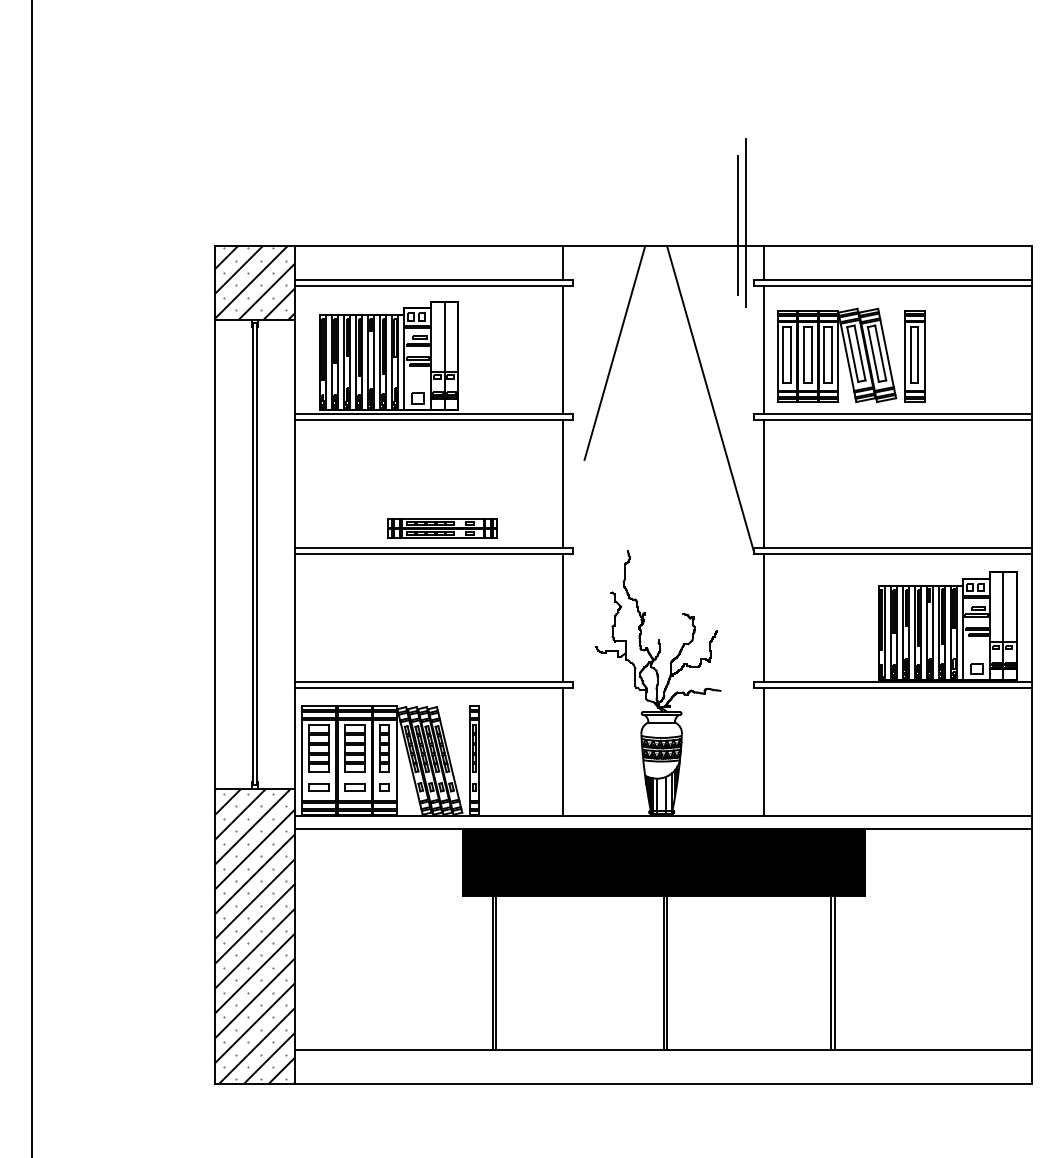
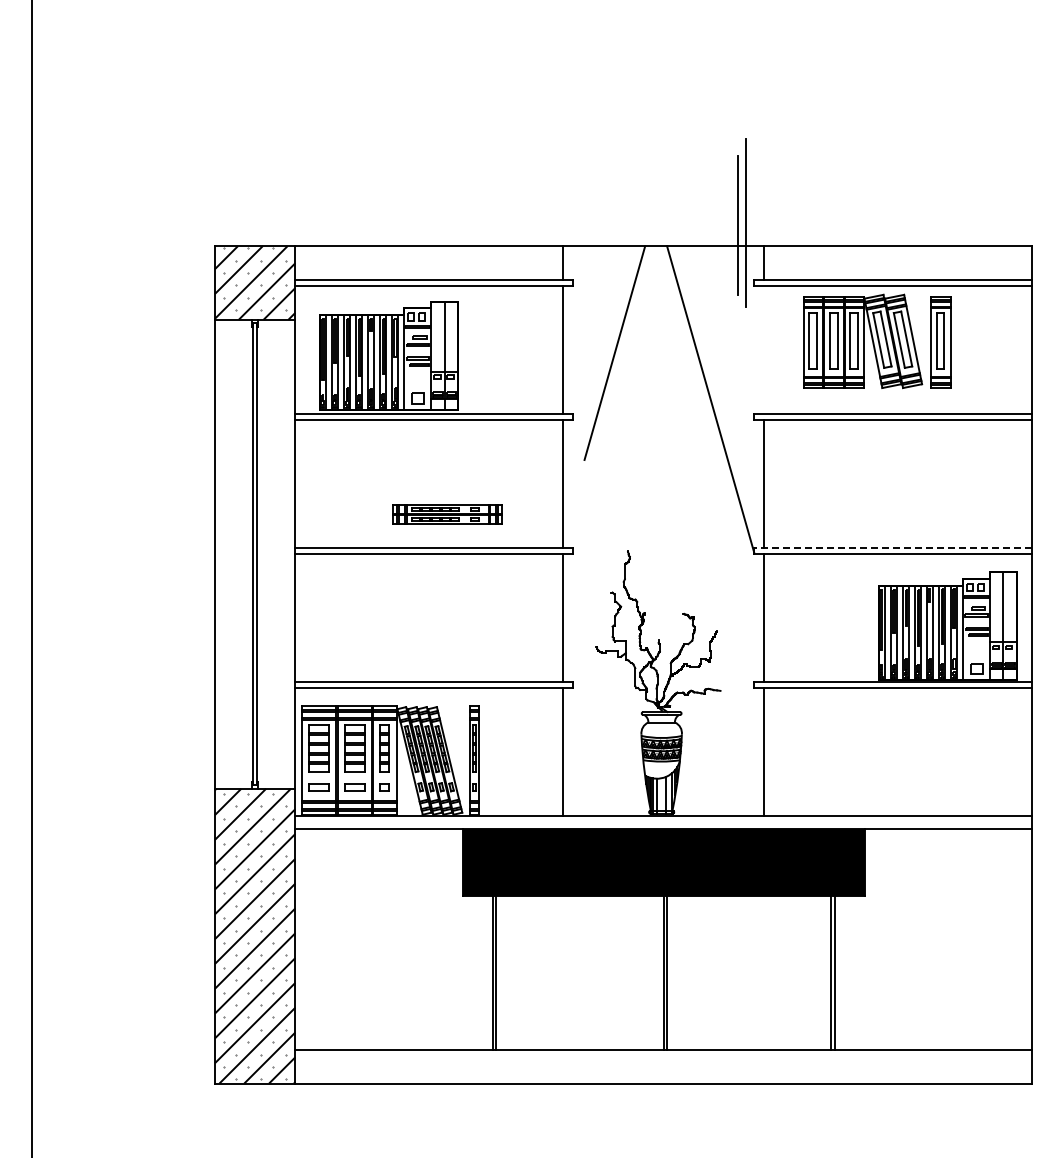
line at (764, 349): present -> none
part at (851, 355) position: (851, 355) -> (877, 341)
part at (442, 528) position: (442, 528) -> (447, 514)
line at (893, 547): solid -> dashed
